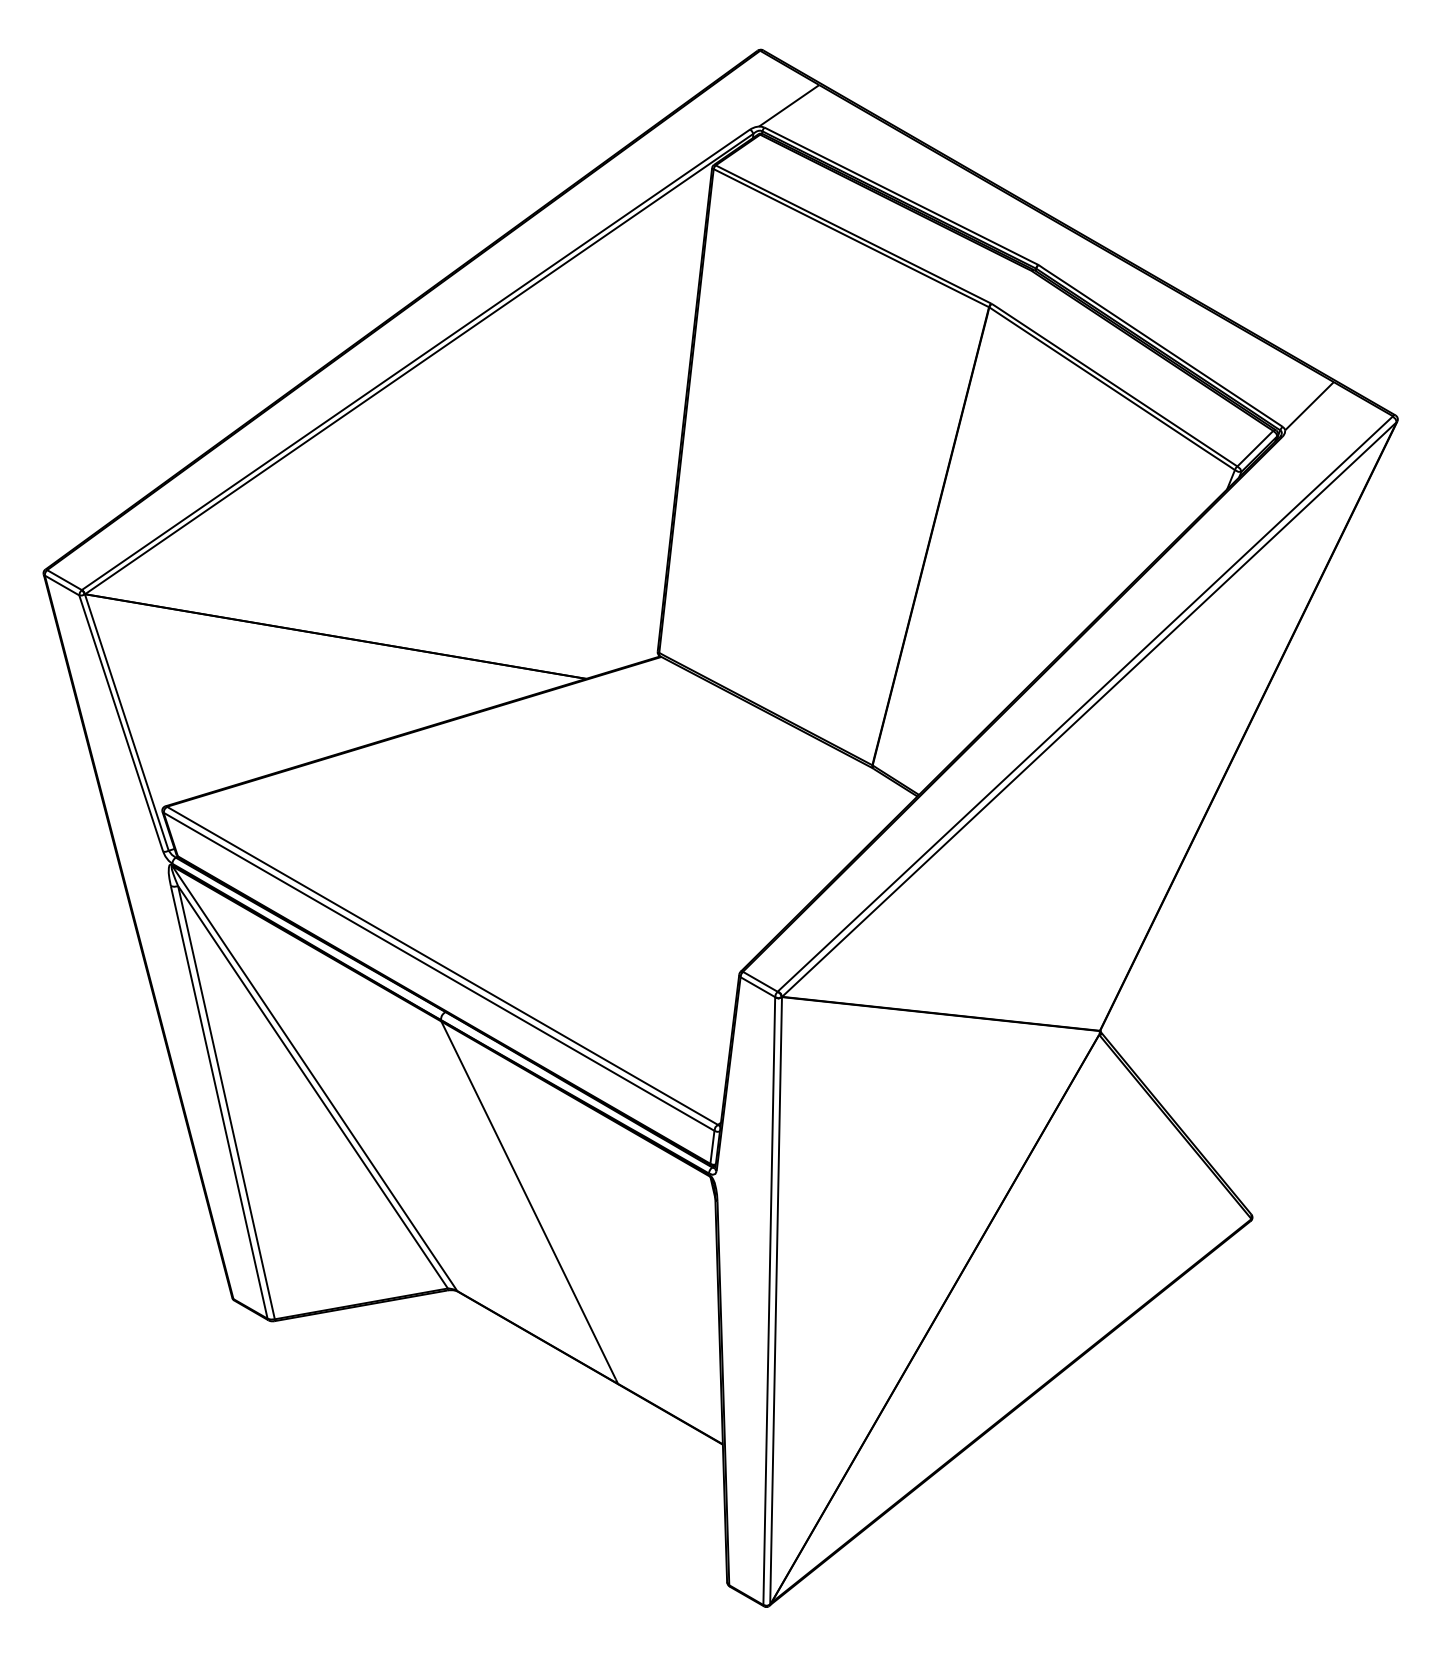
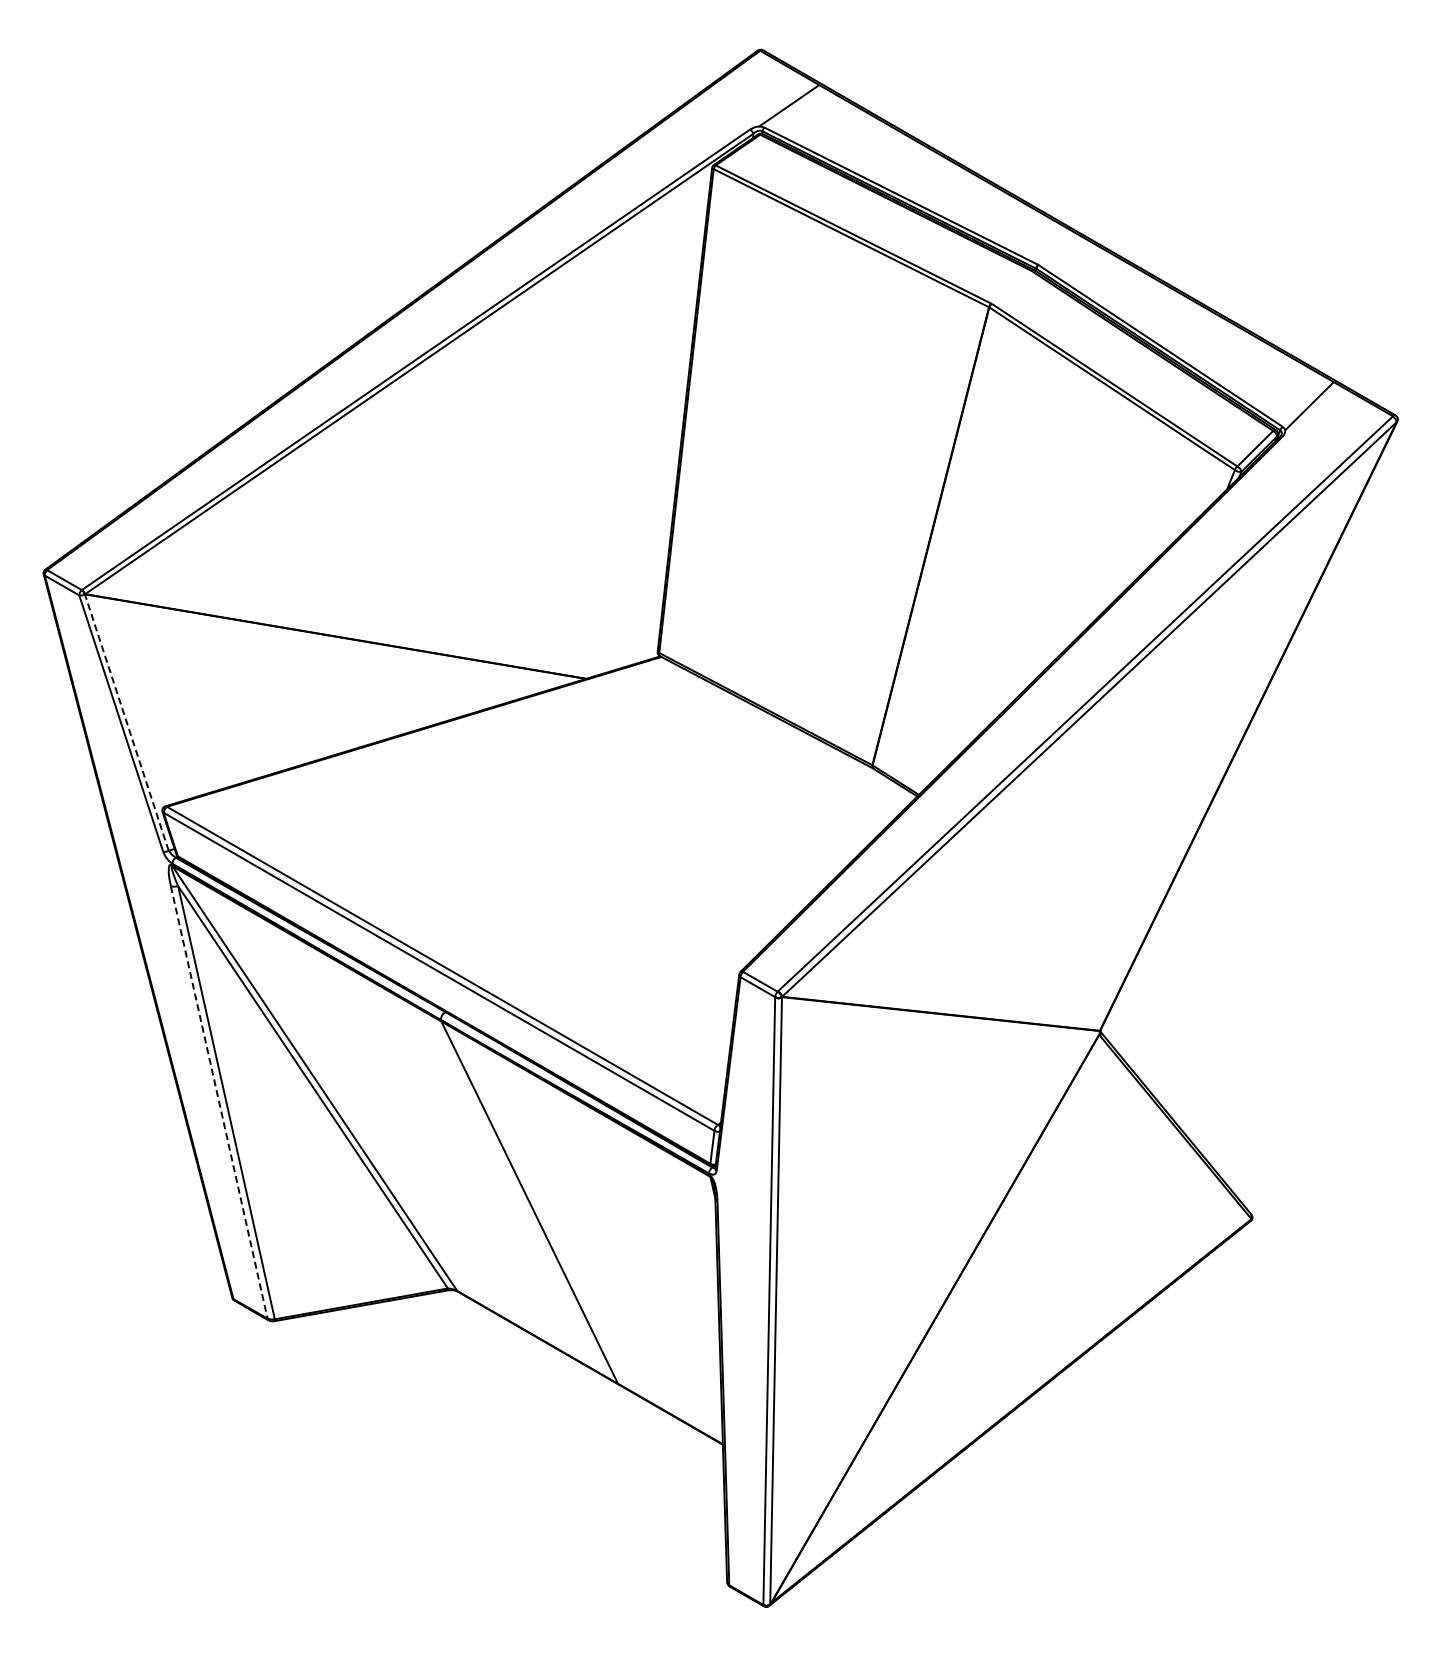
line at (126, 722): solid -> dashed
line at (219, 1102): solid -> dashed
